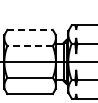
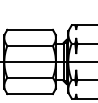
line at (30, 29): dashed -> solid
line at (30, 45): dashed -> solid
